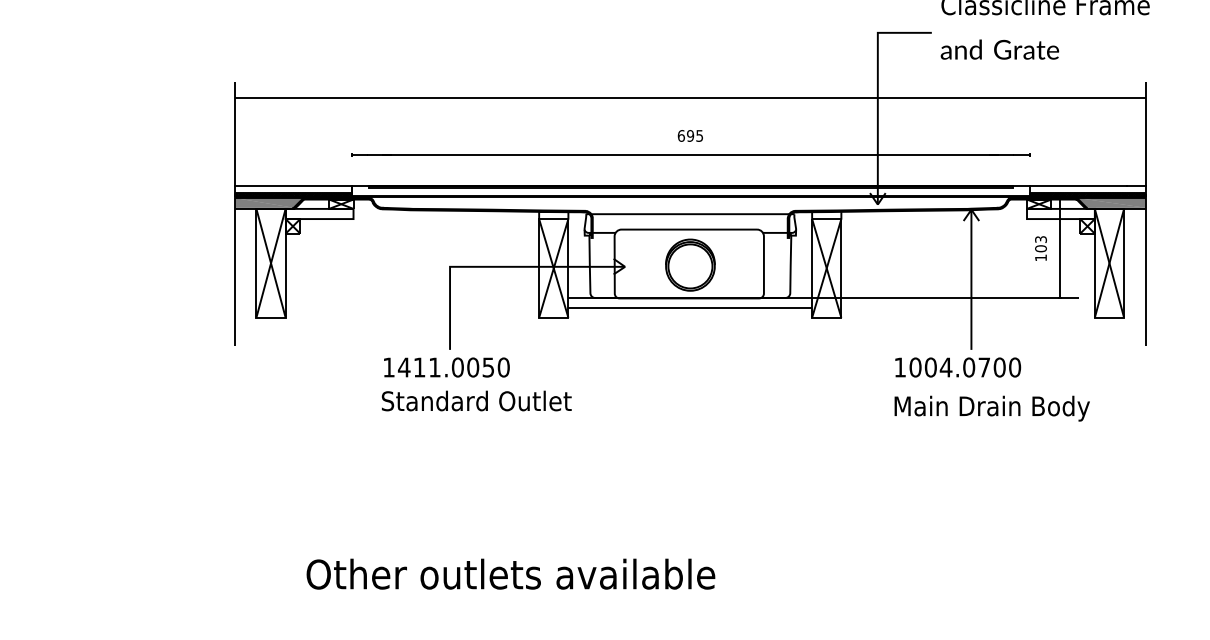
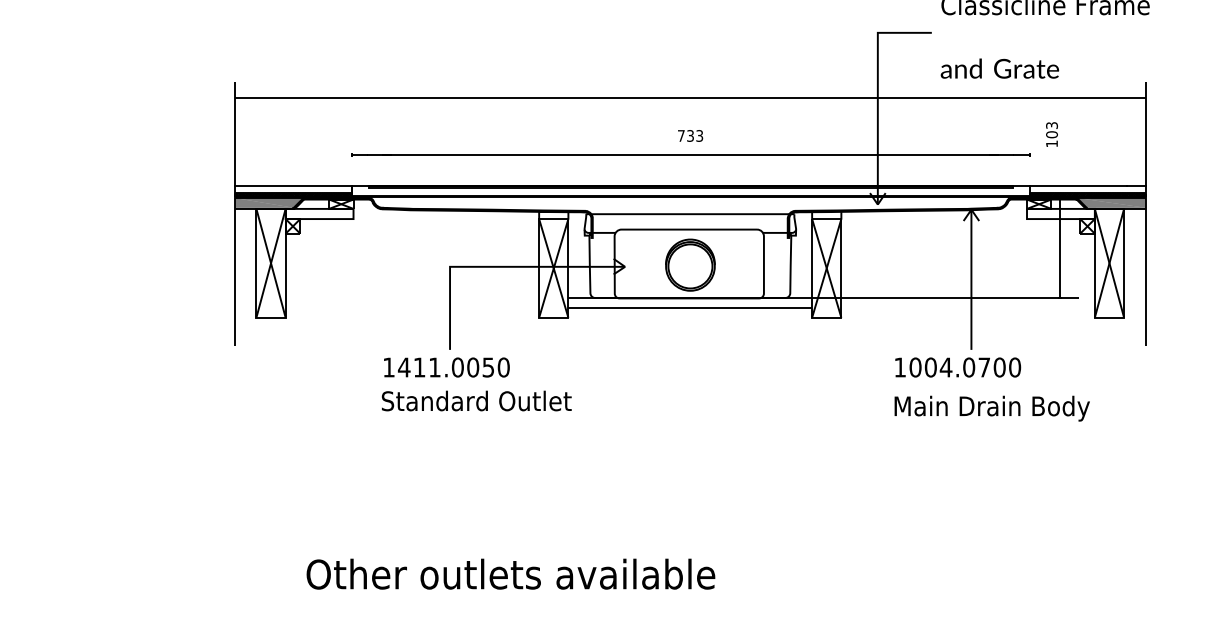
text at (999, 49) position: (999, 49) -> (999, 68)
text at (690, 135): 695 -> 733
text at (1040, 248) position: (1040, 248) -> (1051, 134)
